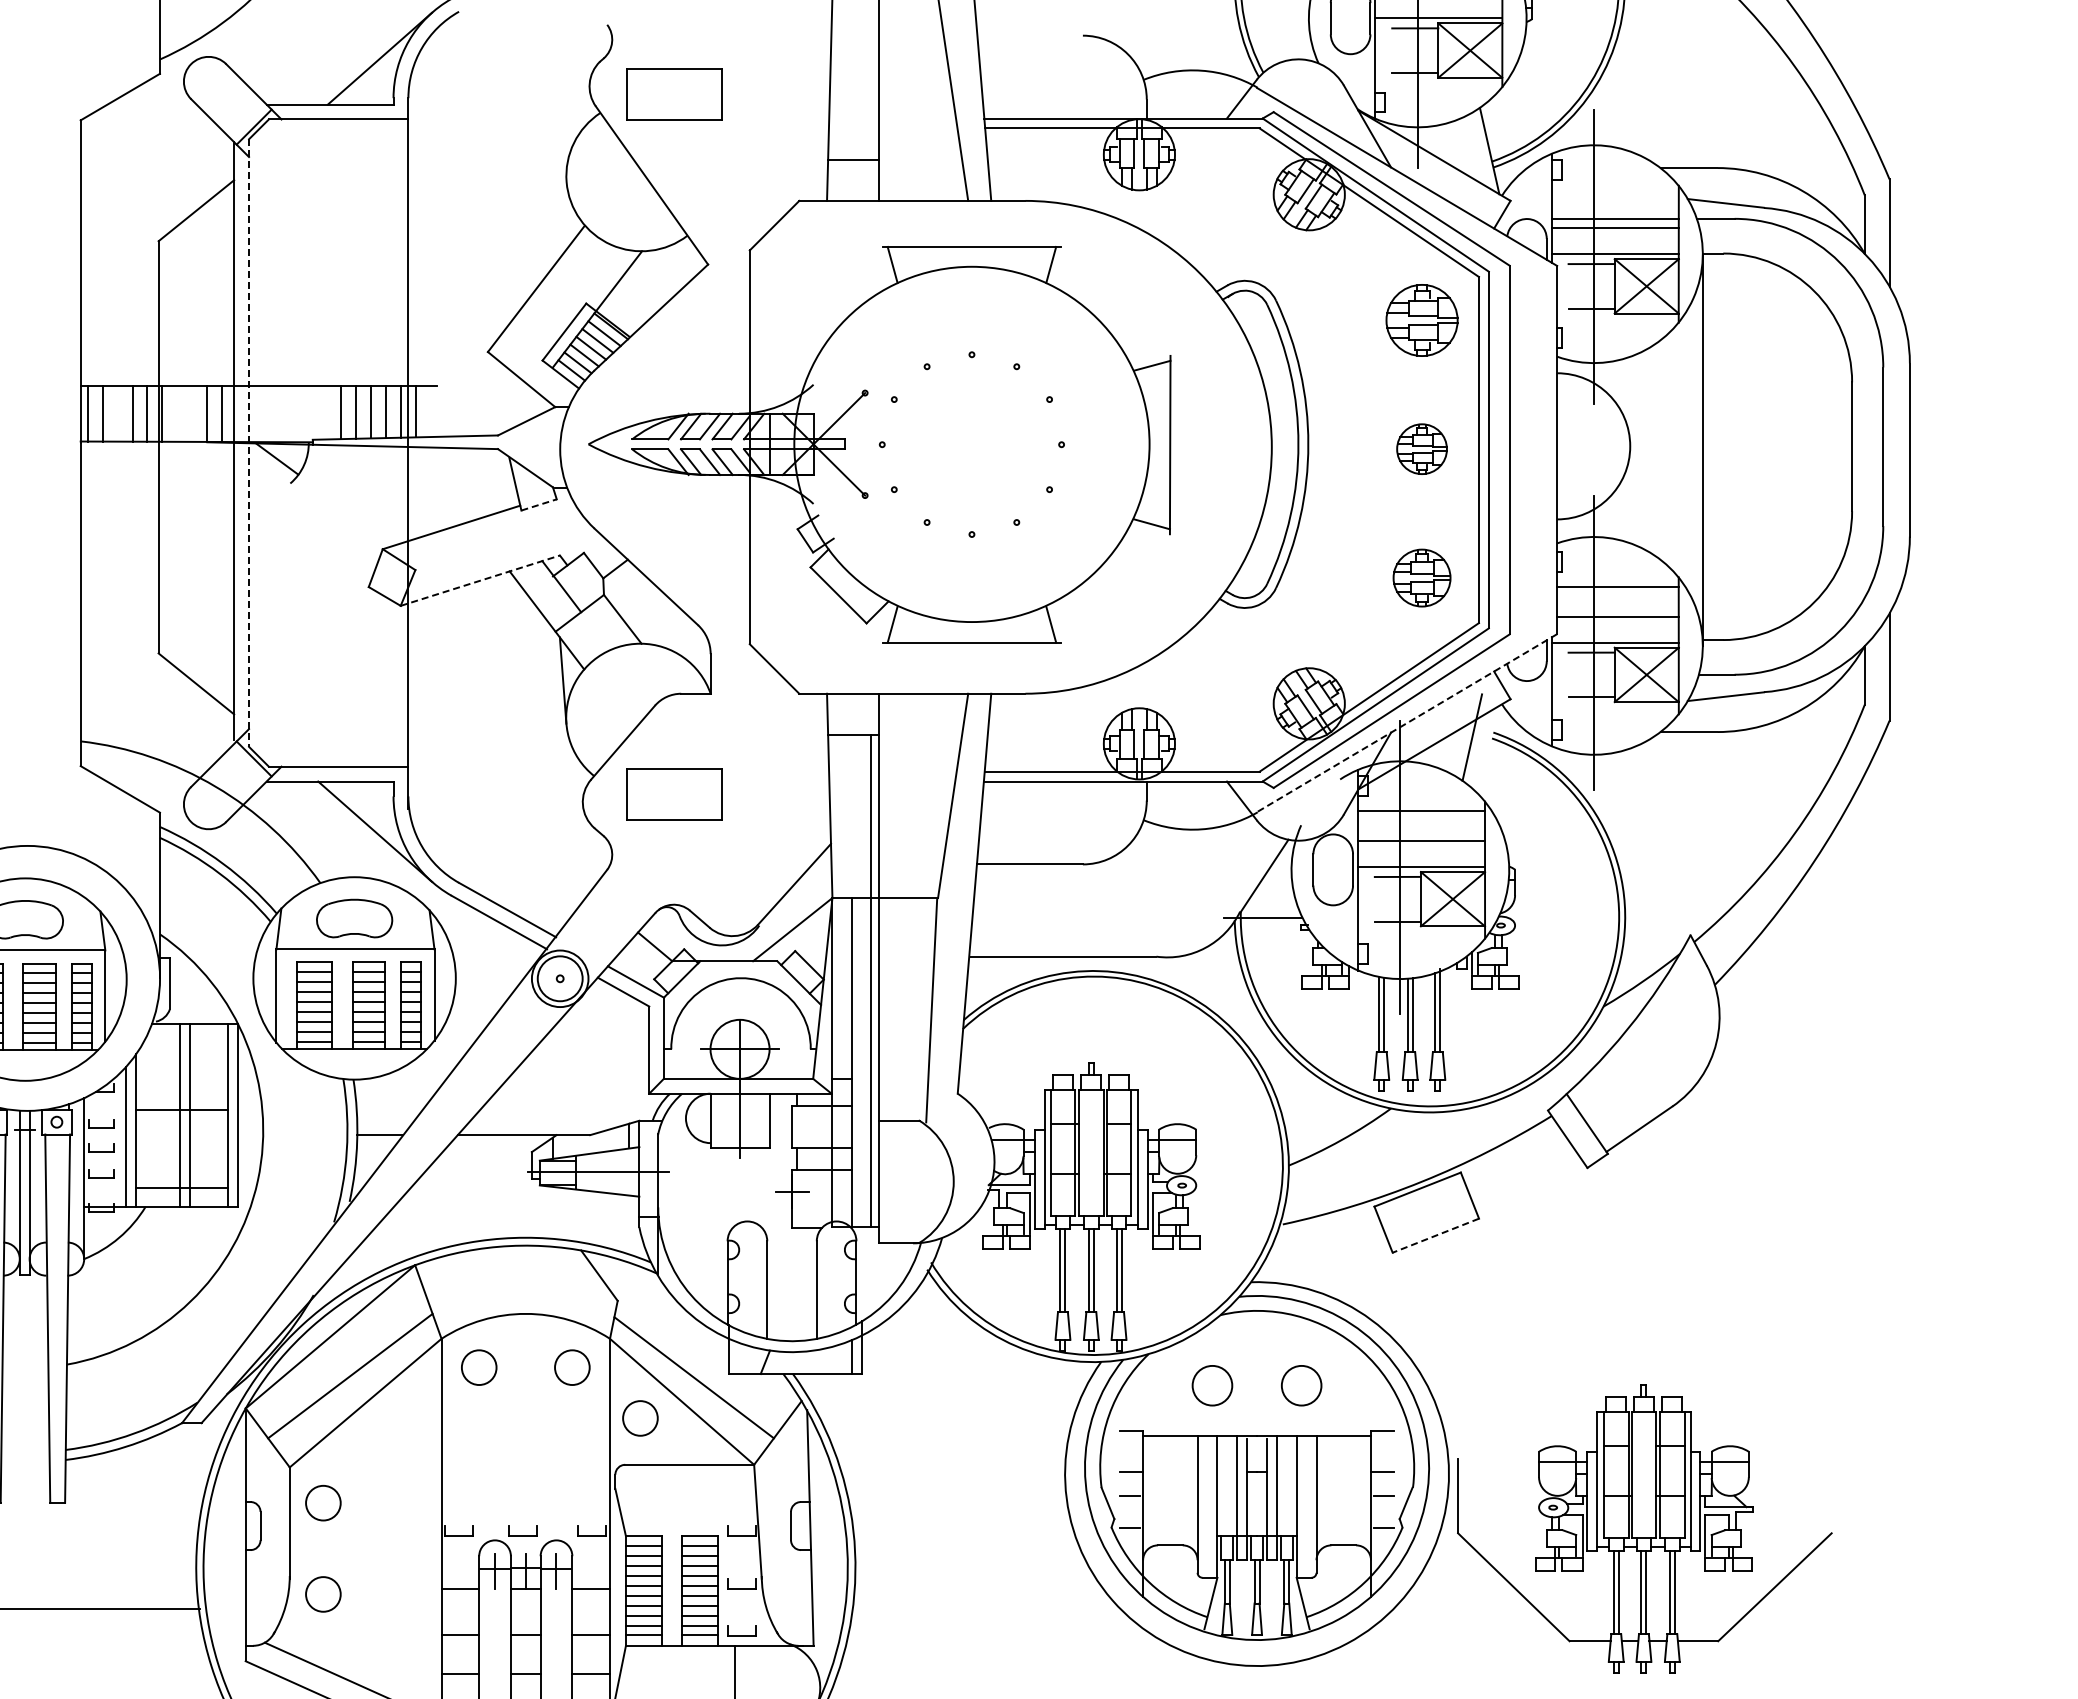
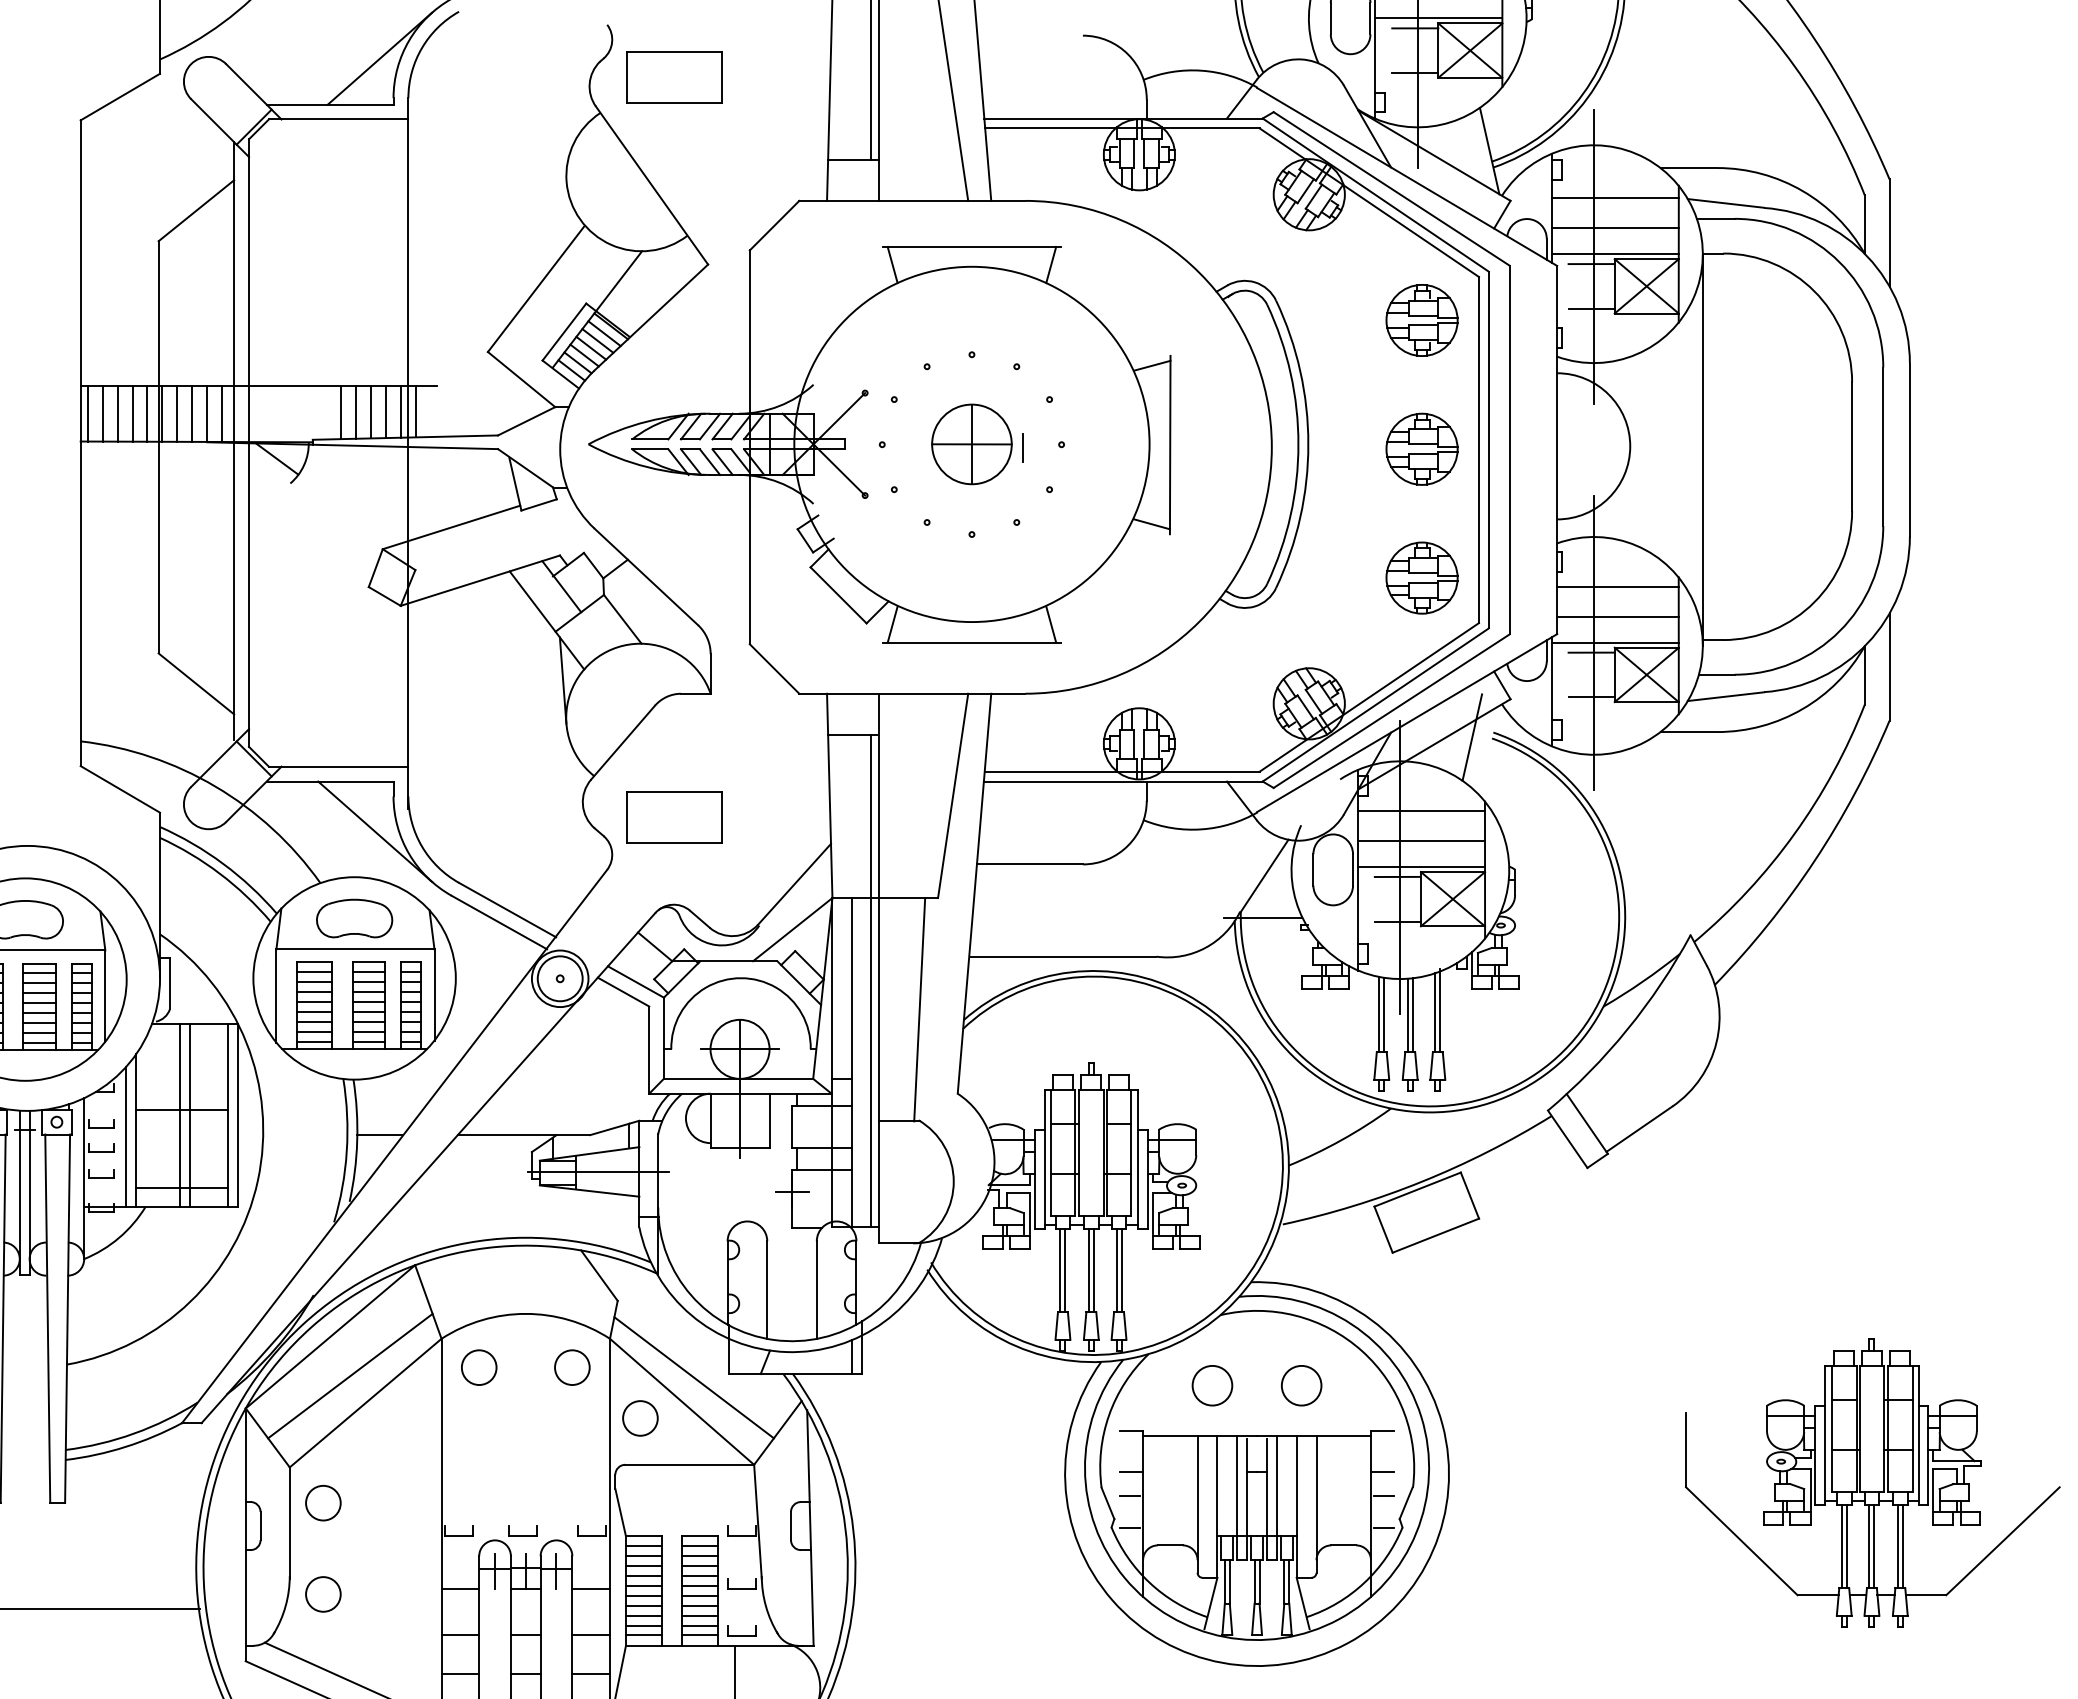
line at (871, 80): none -> present
part at (674, 94) position: (674, 94) -> (674, 77)
line at (1614, 219) position: (1614, 219) -> (1614, 198)
line at (117, 413): none -> present
line at (177, 413): none -> present
line at (192, 413): none -> present
line at (249, 443): dashed -> solid
part at (971, 444): none -> present
line at (1023, 447): none -> present
part at (1421, 448) size: 52x52 px -> 74x74 px
line at (539, 504): dashed -> solid
part at (1421, 577) size: 60x60 px -> 74x74 px
line at (480, 580): dashed -> solid
line at (1406, 723): dashed -> solid
part at (674, 794) position: (674, 794) -> (674, 817)
line at (931, 1010) position: (931, 1010) -> (919, 1009)
line at (1435, 1235): dashed -> solid
part at (1644, 1528) position: (1644, 1528) -> (1872, 1482)
